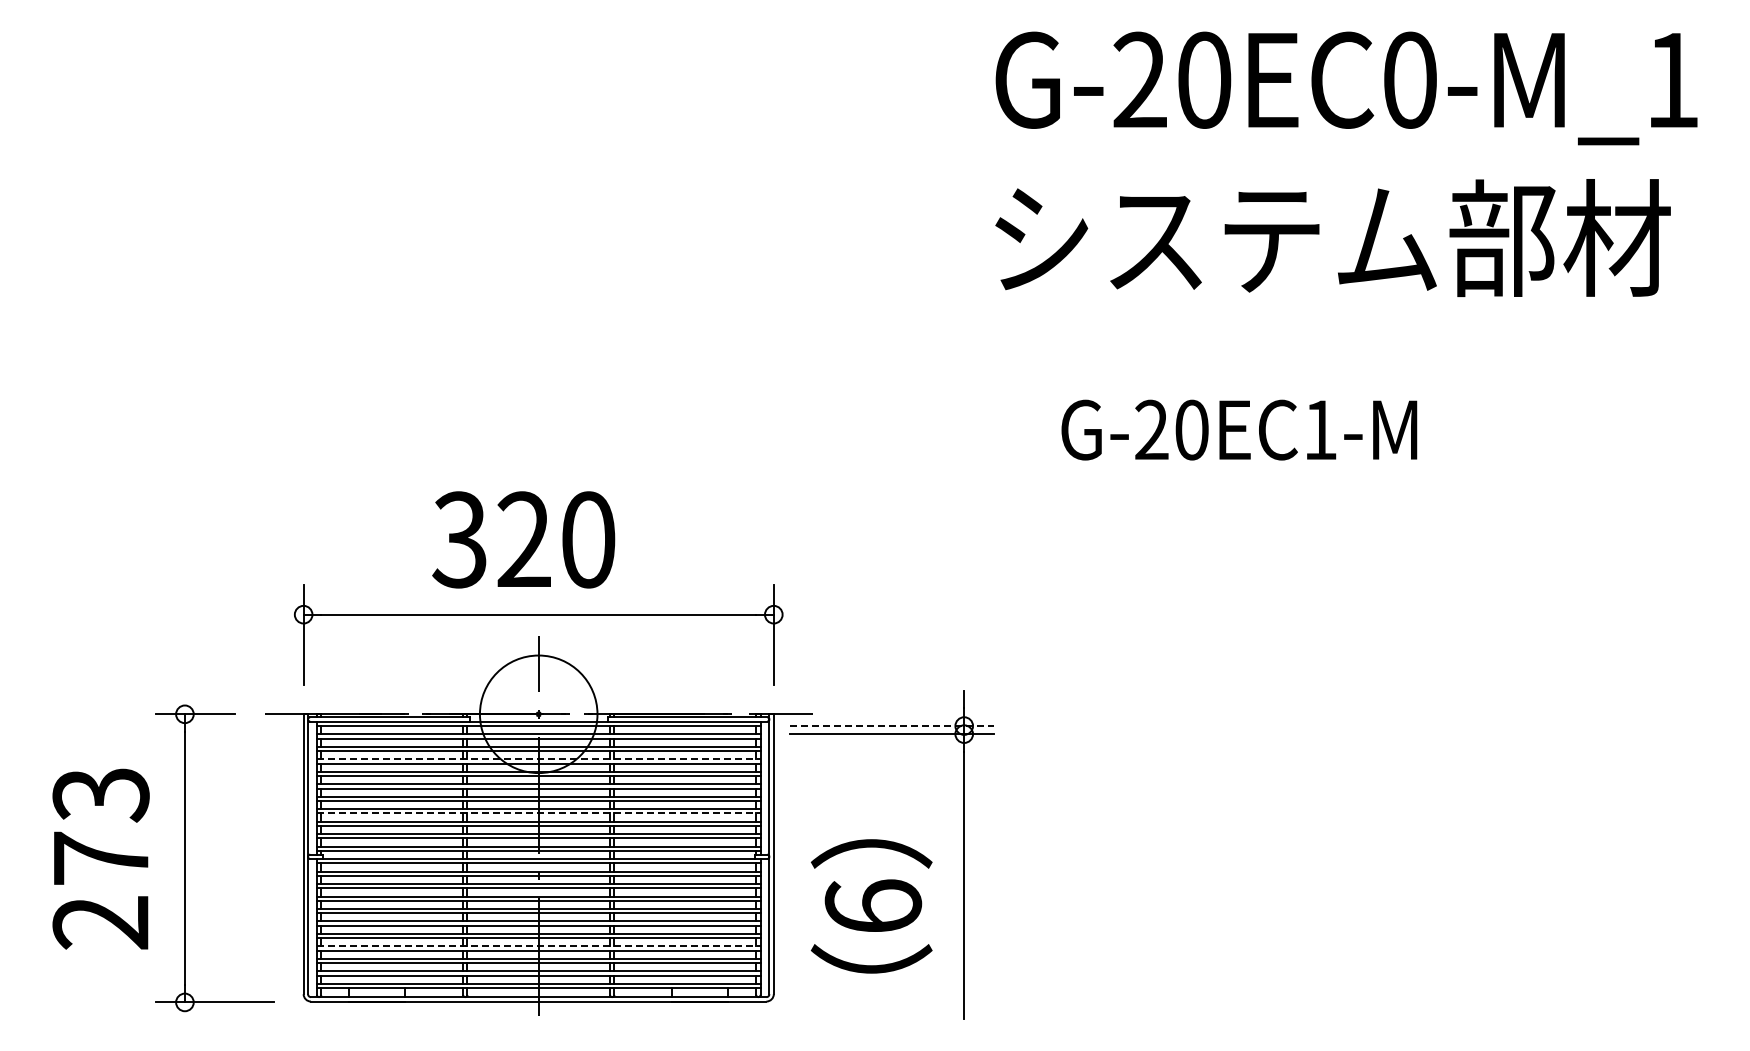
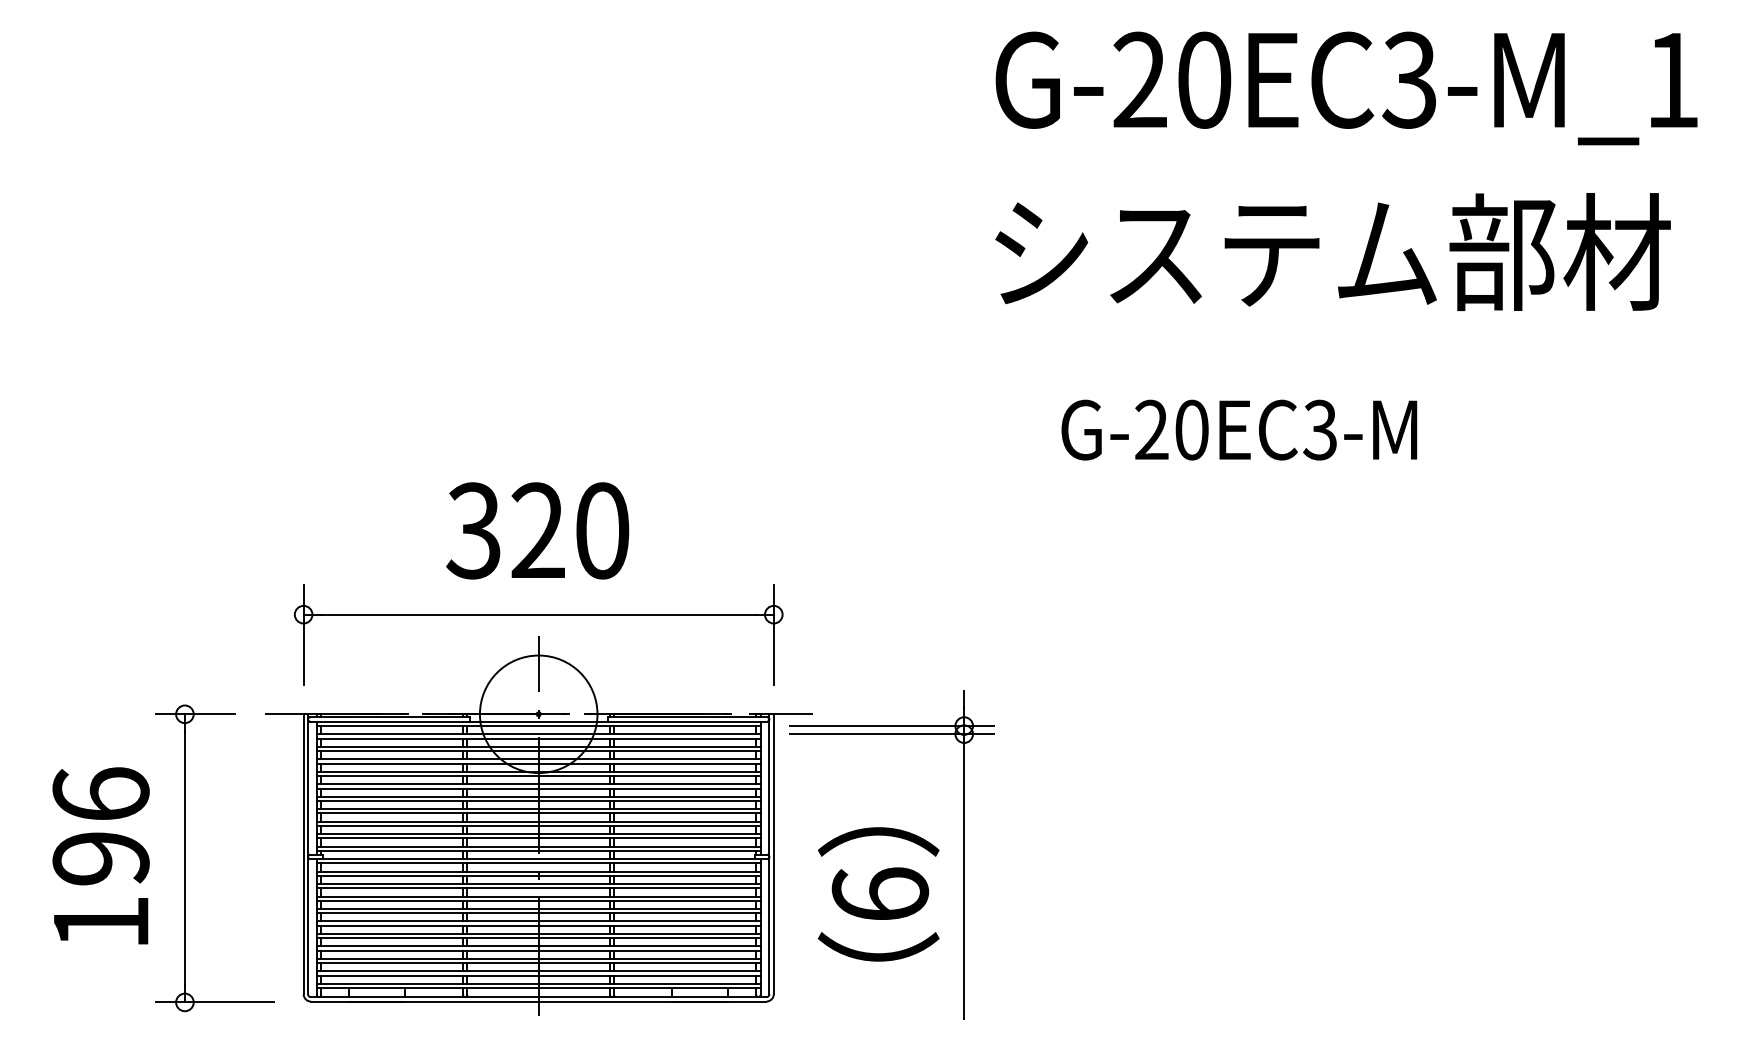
text at (1409, 79): G-20EC0-M_1 -> G-20EC3-M_1
text at (1332, 237) position: (1332, 237) -> (1332, 251)
text at (1319, 429): G-20EC1-M -> G-20EC3-M
text at (523, 539) position: (523, 539) -> (537, 530)
line at (891, 726): dashed -> solid
line at (538, 759): dashed -> solid
line at (538, 813): dashed -> solid
text at (100, 858): 273 -> 196
text at (871, 906) position: (871, 906) -> (878, 894)
line at (538, 946): dashed -> solid
